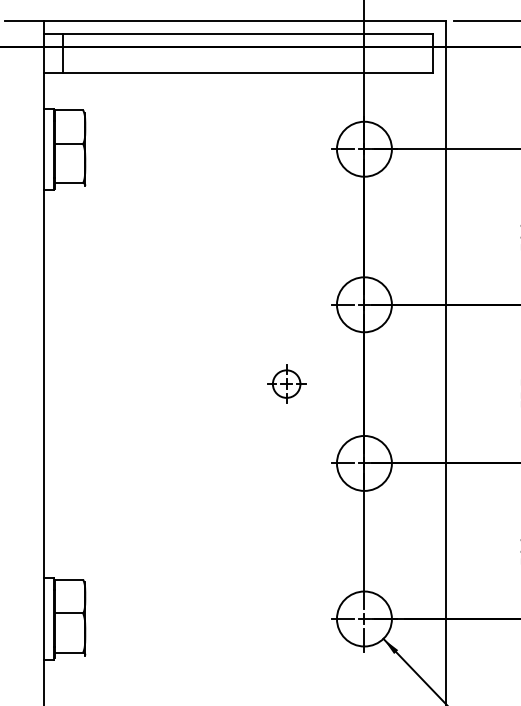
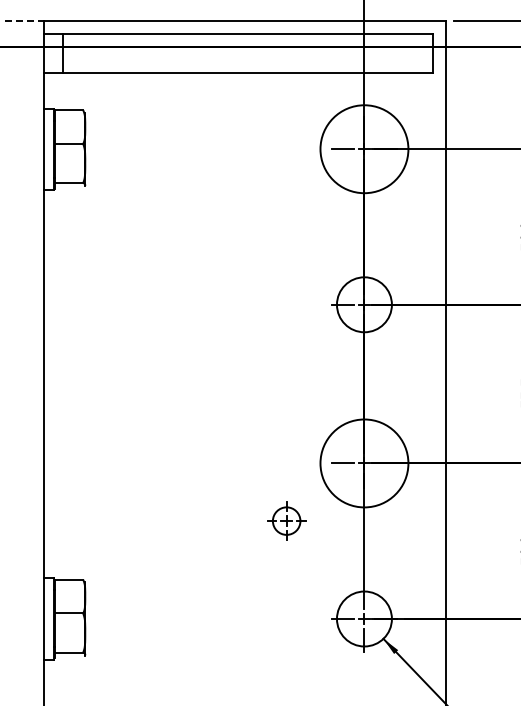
line at (25, 21): solid -> dashed
circle at (363, 148) diameter: 55 px -> 88 px
part at (286, 383) position: (286, 383) -> (286, 520)
circle at (363, 462) diameter: 55 px -> 88 px
